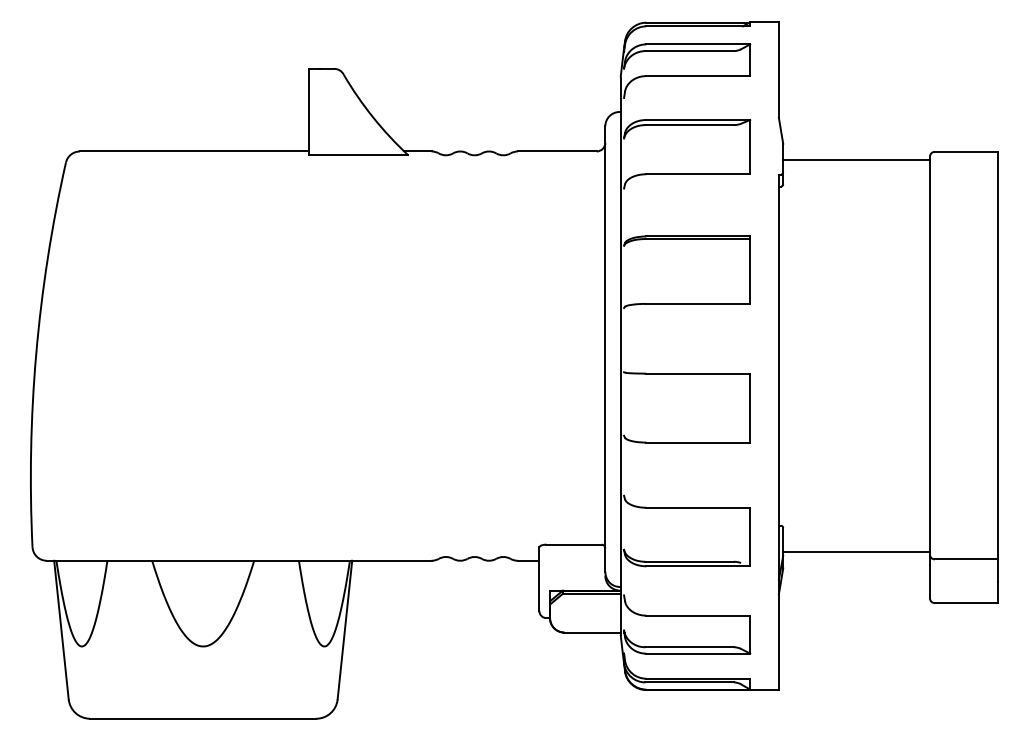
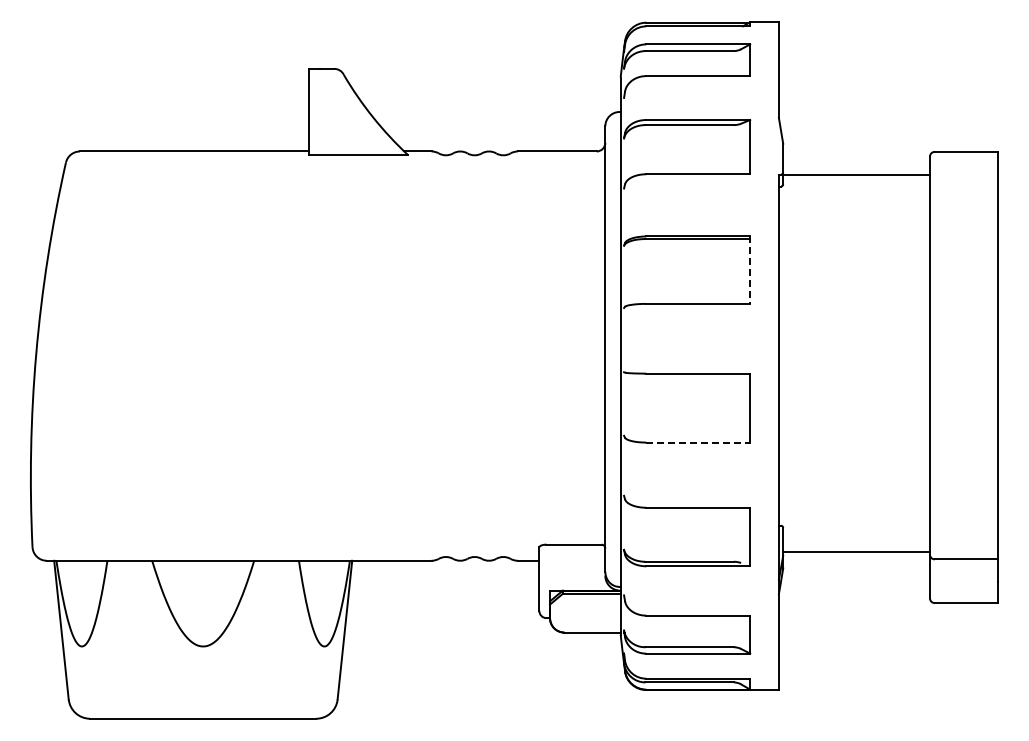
line at (856, 160) position: (856, 160) -> (856, 175)
line at (750, 270): solid -> dashed
line at (698, 442): solid -> dashed
